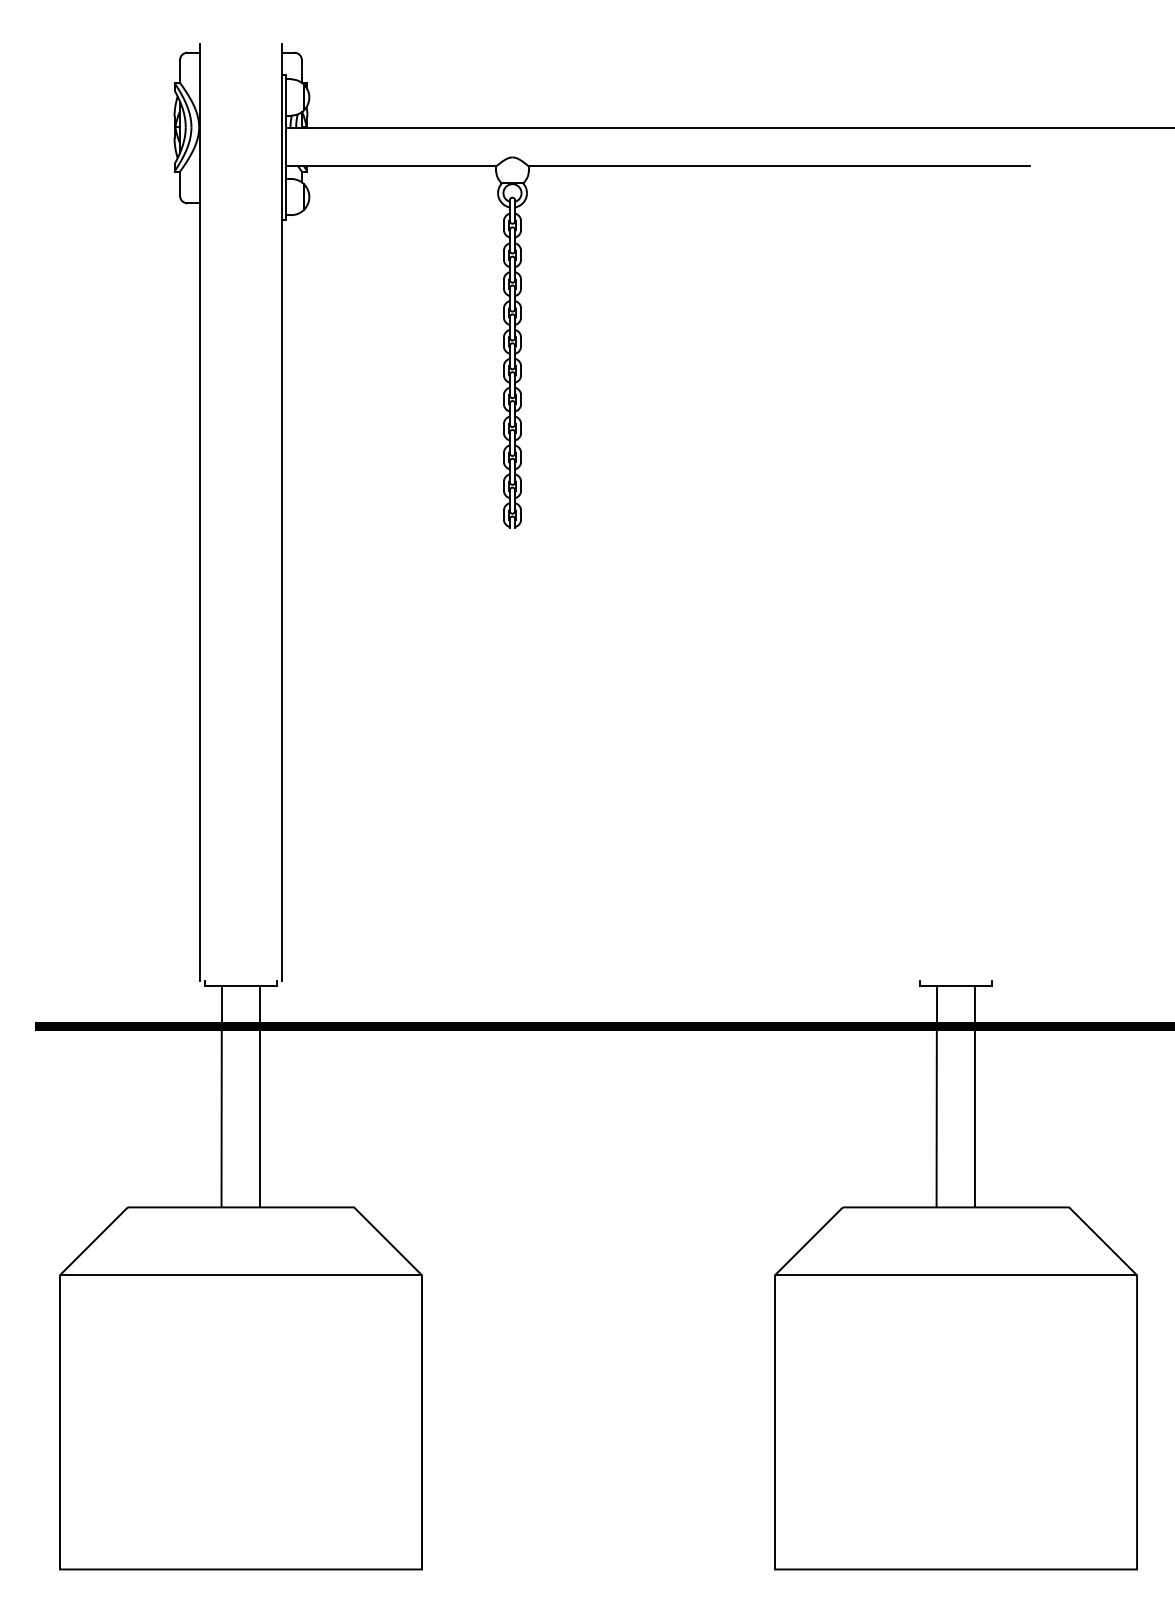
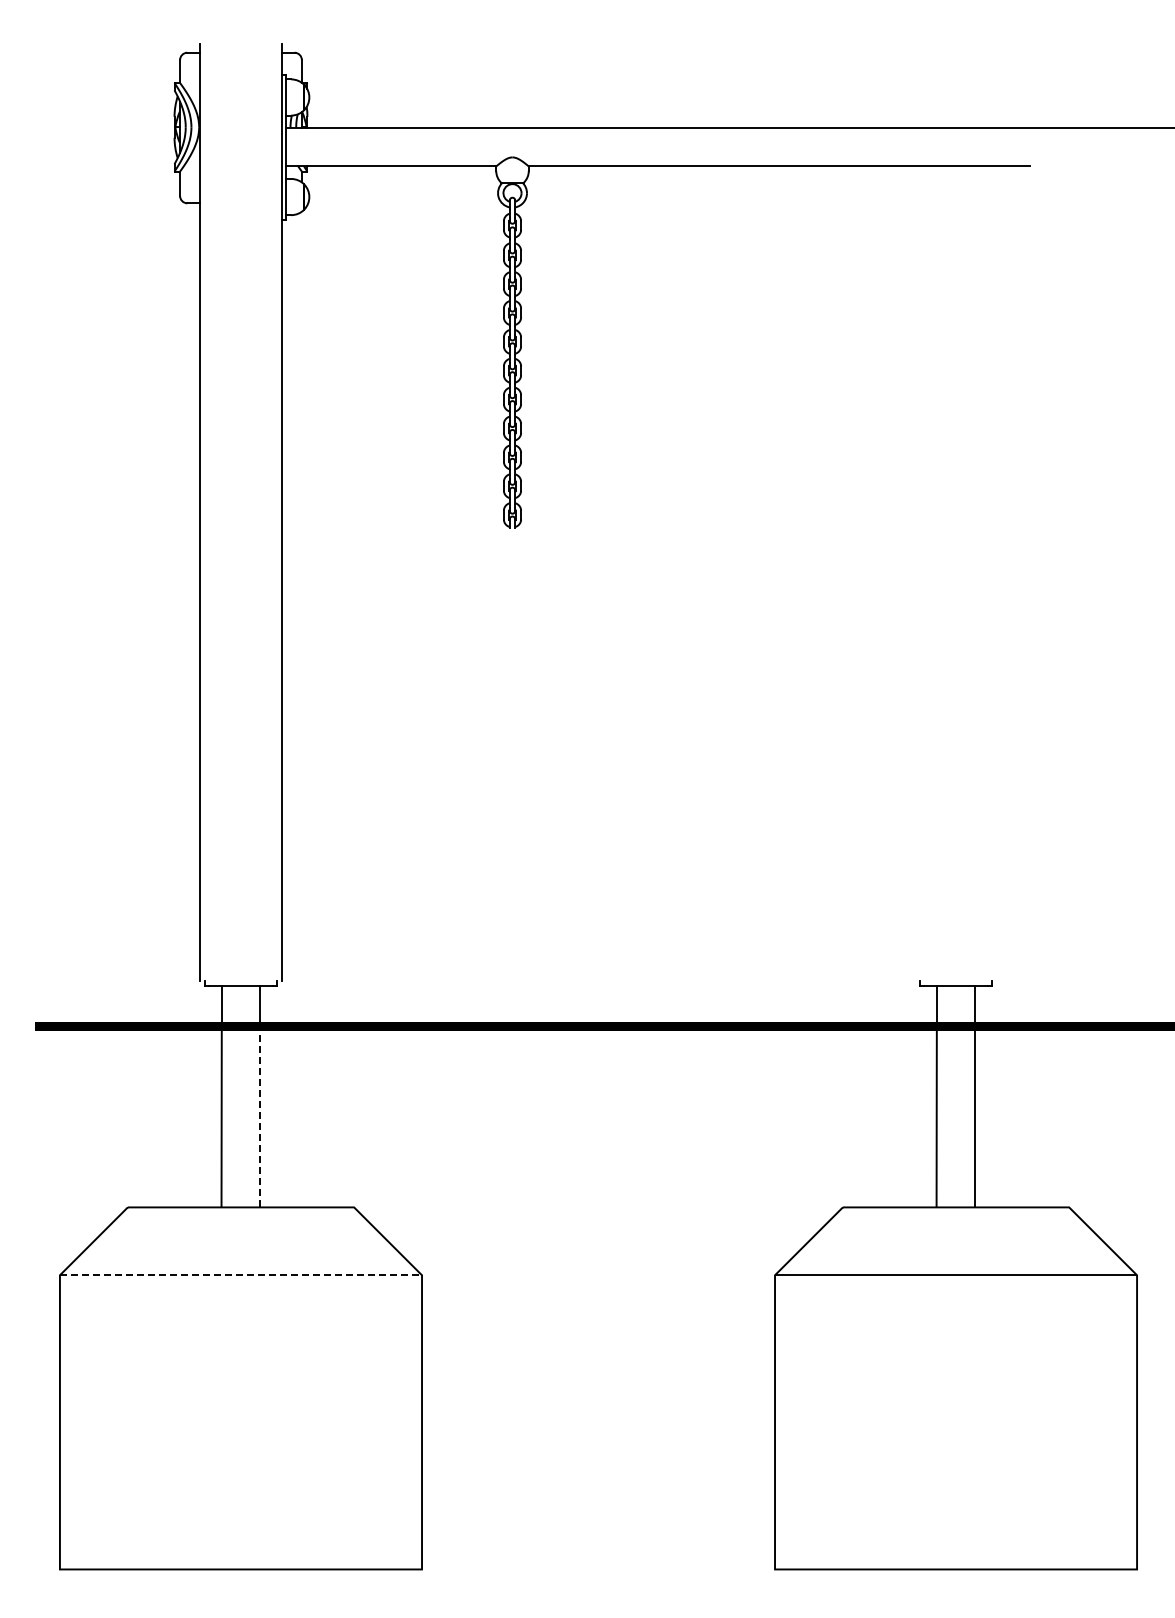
line at (260, 1116): solid -> dashed
line at (241, 1275): solid -> dashed
